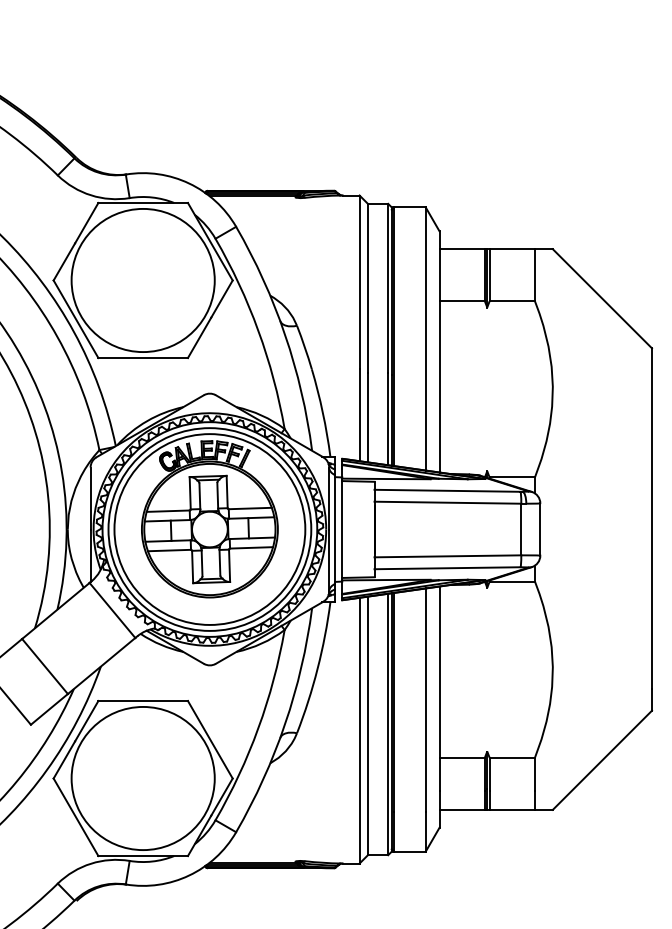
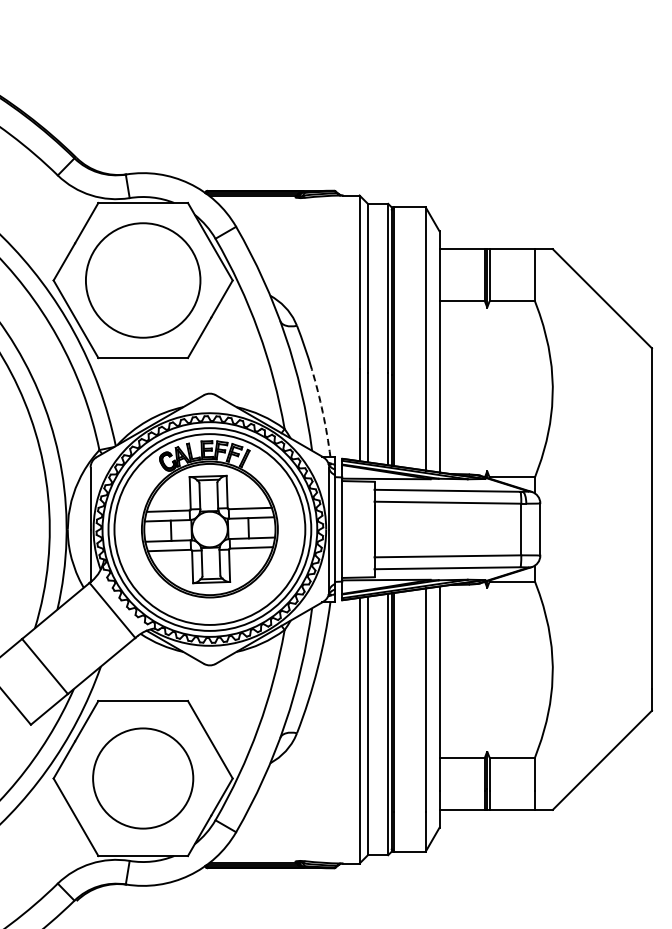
circle at (142, 280) diameter: 143 px -> 115 px
arc at (322, 412): solid -> dashed
circle at (142, 778) diameter: 143 px -> 100 px
